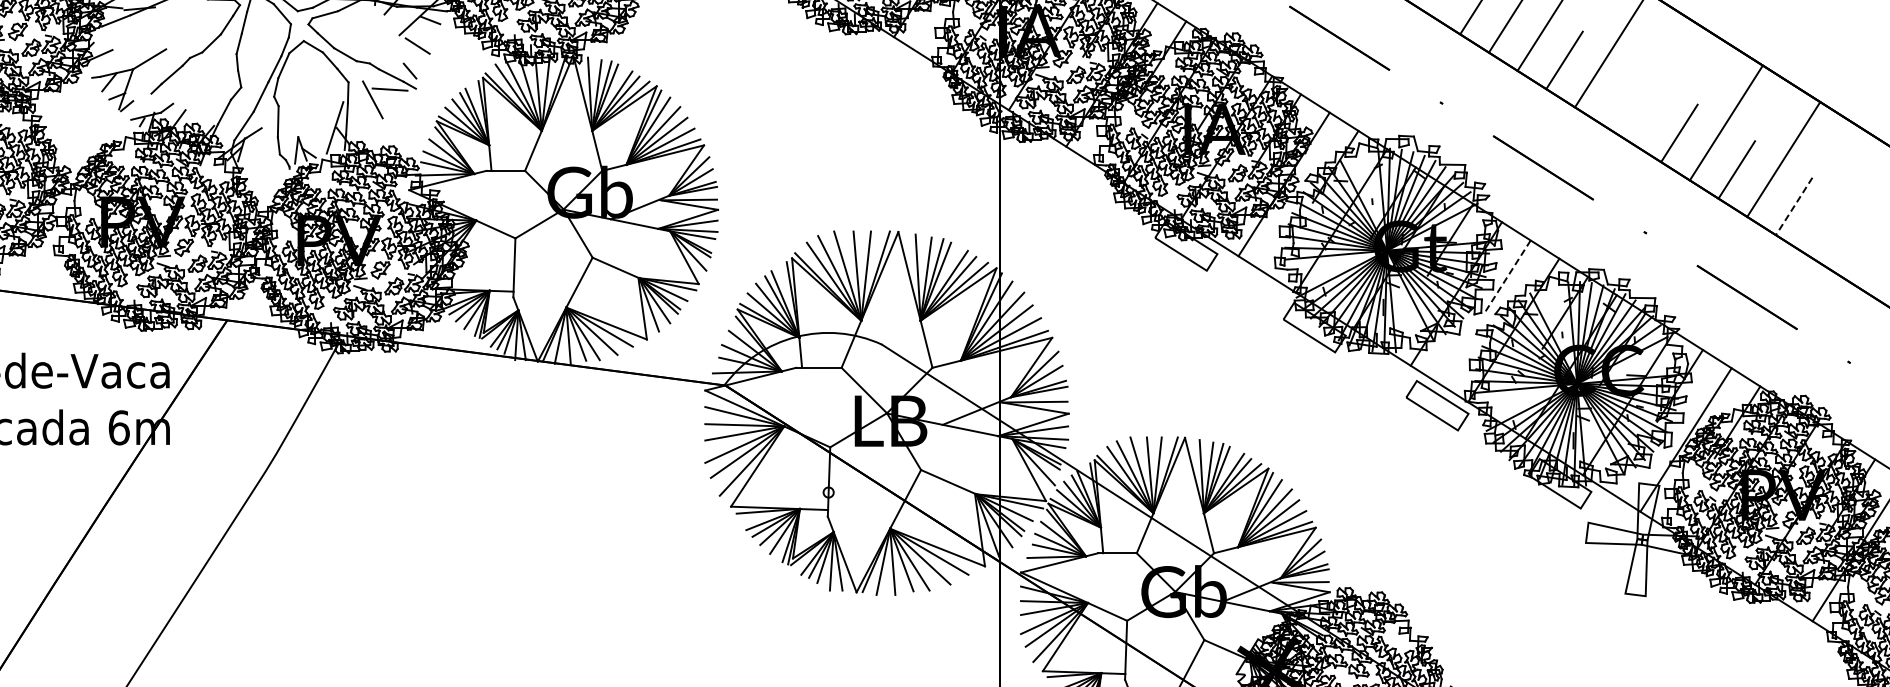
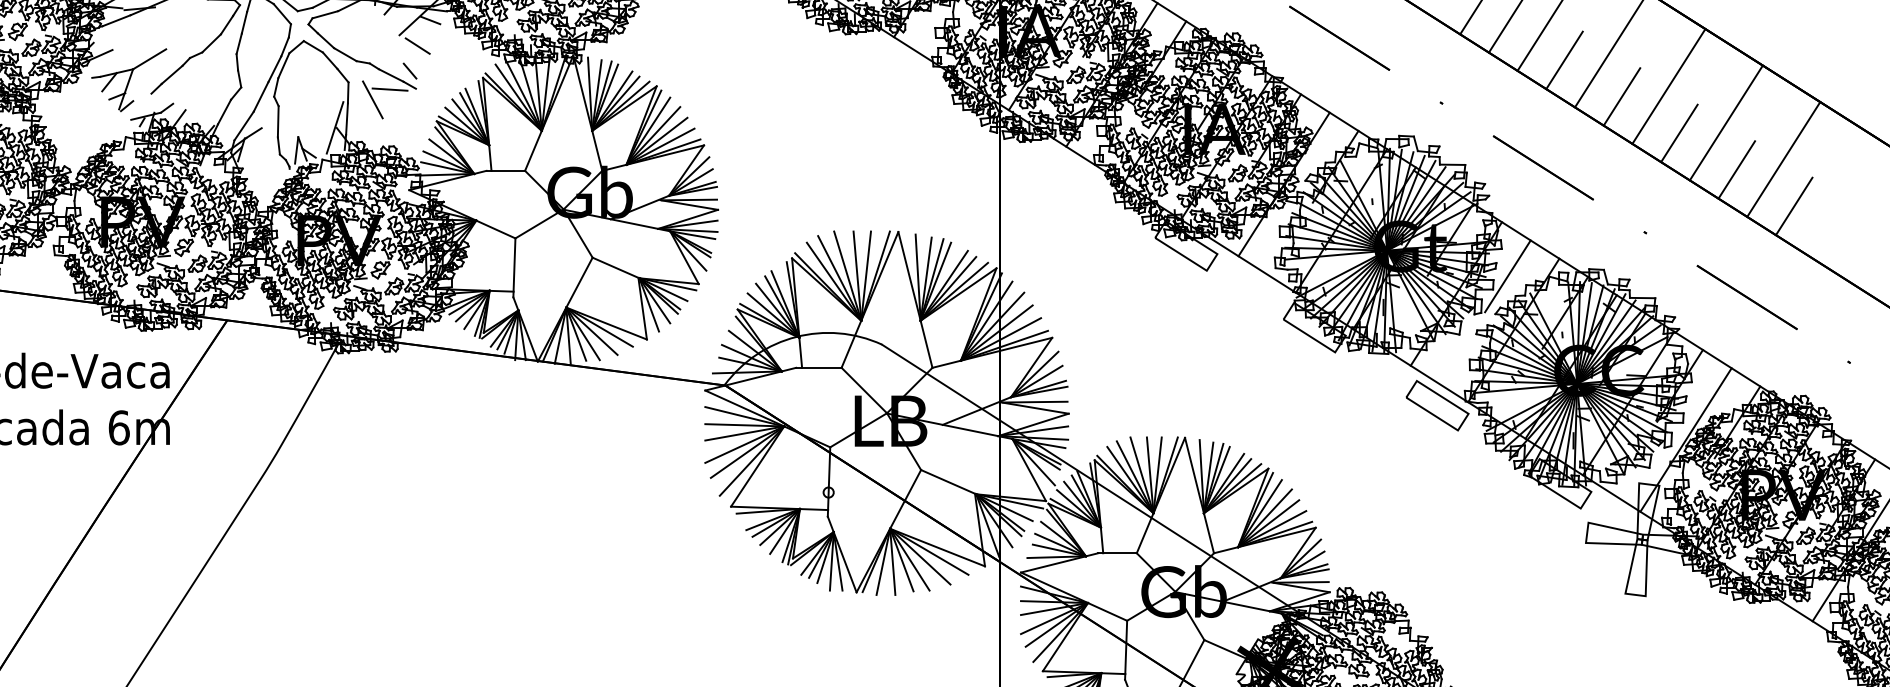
line at (1668, 86): none -> present
line at (1621, 96): none -> present
line at (1793, 206): dashed -> solid
line at (1507, 276): dashed -> solid
